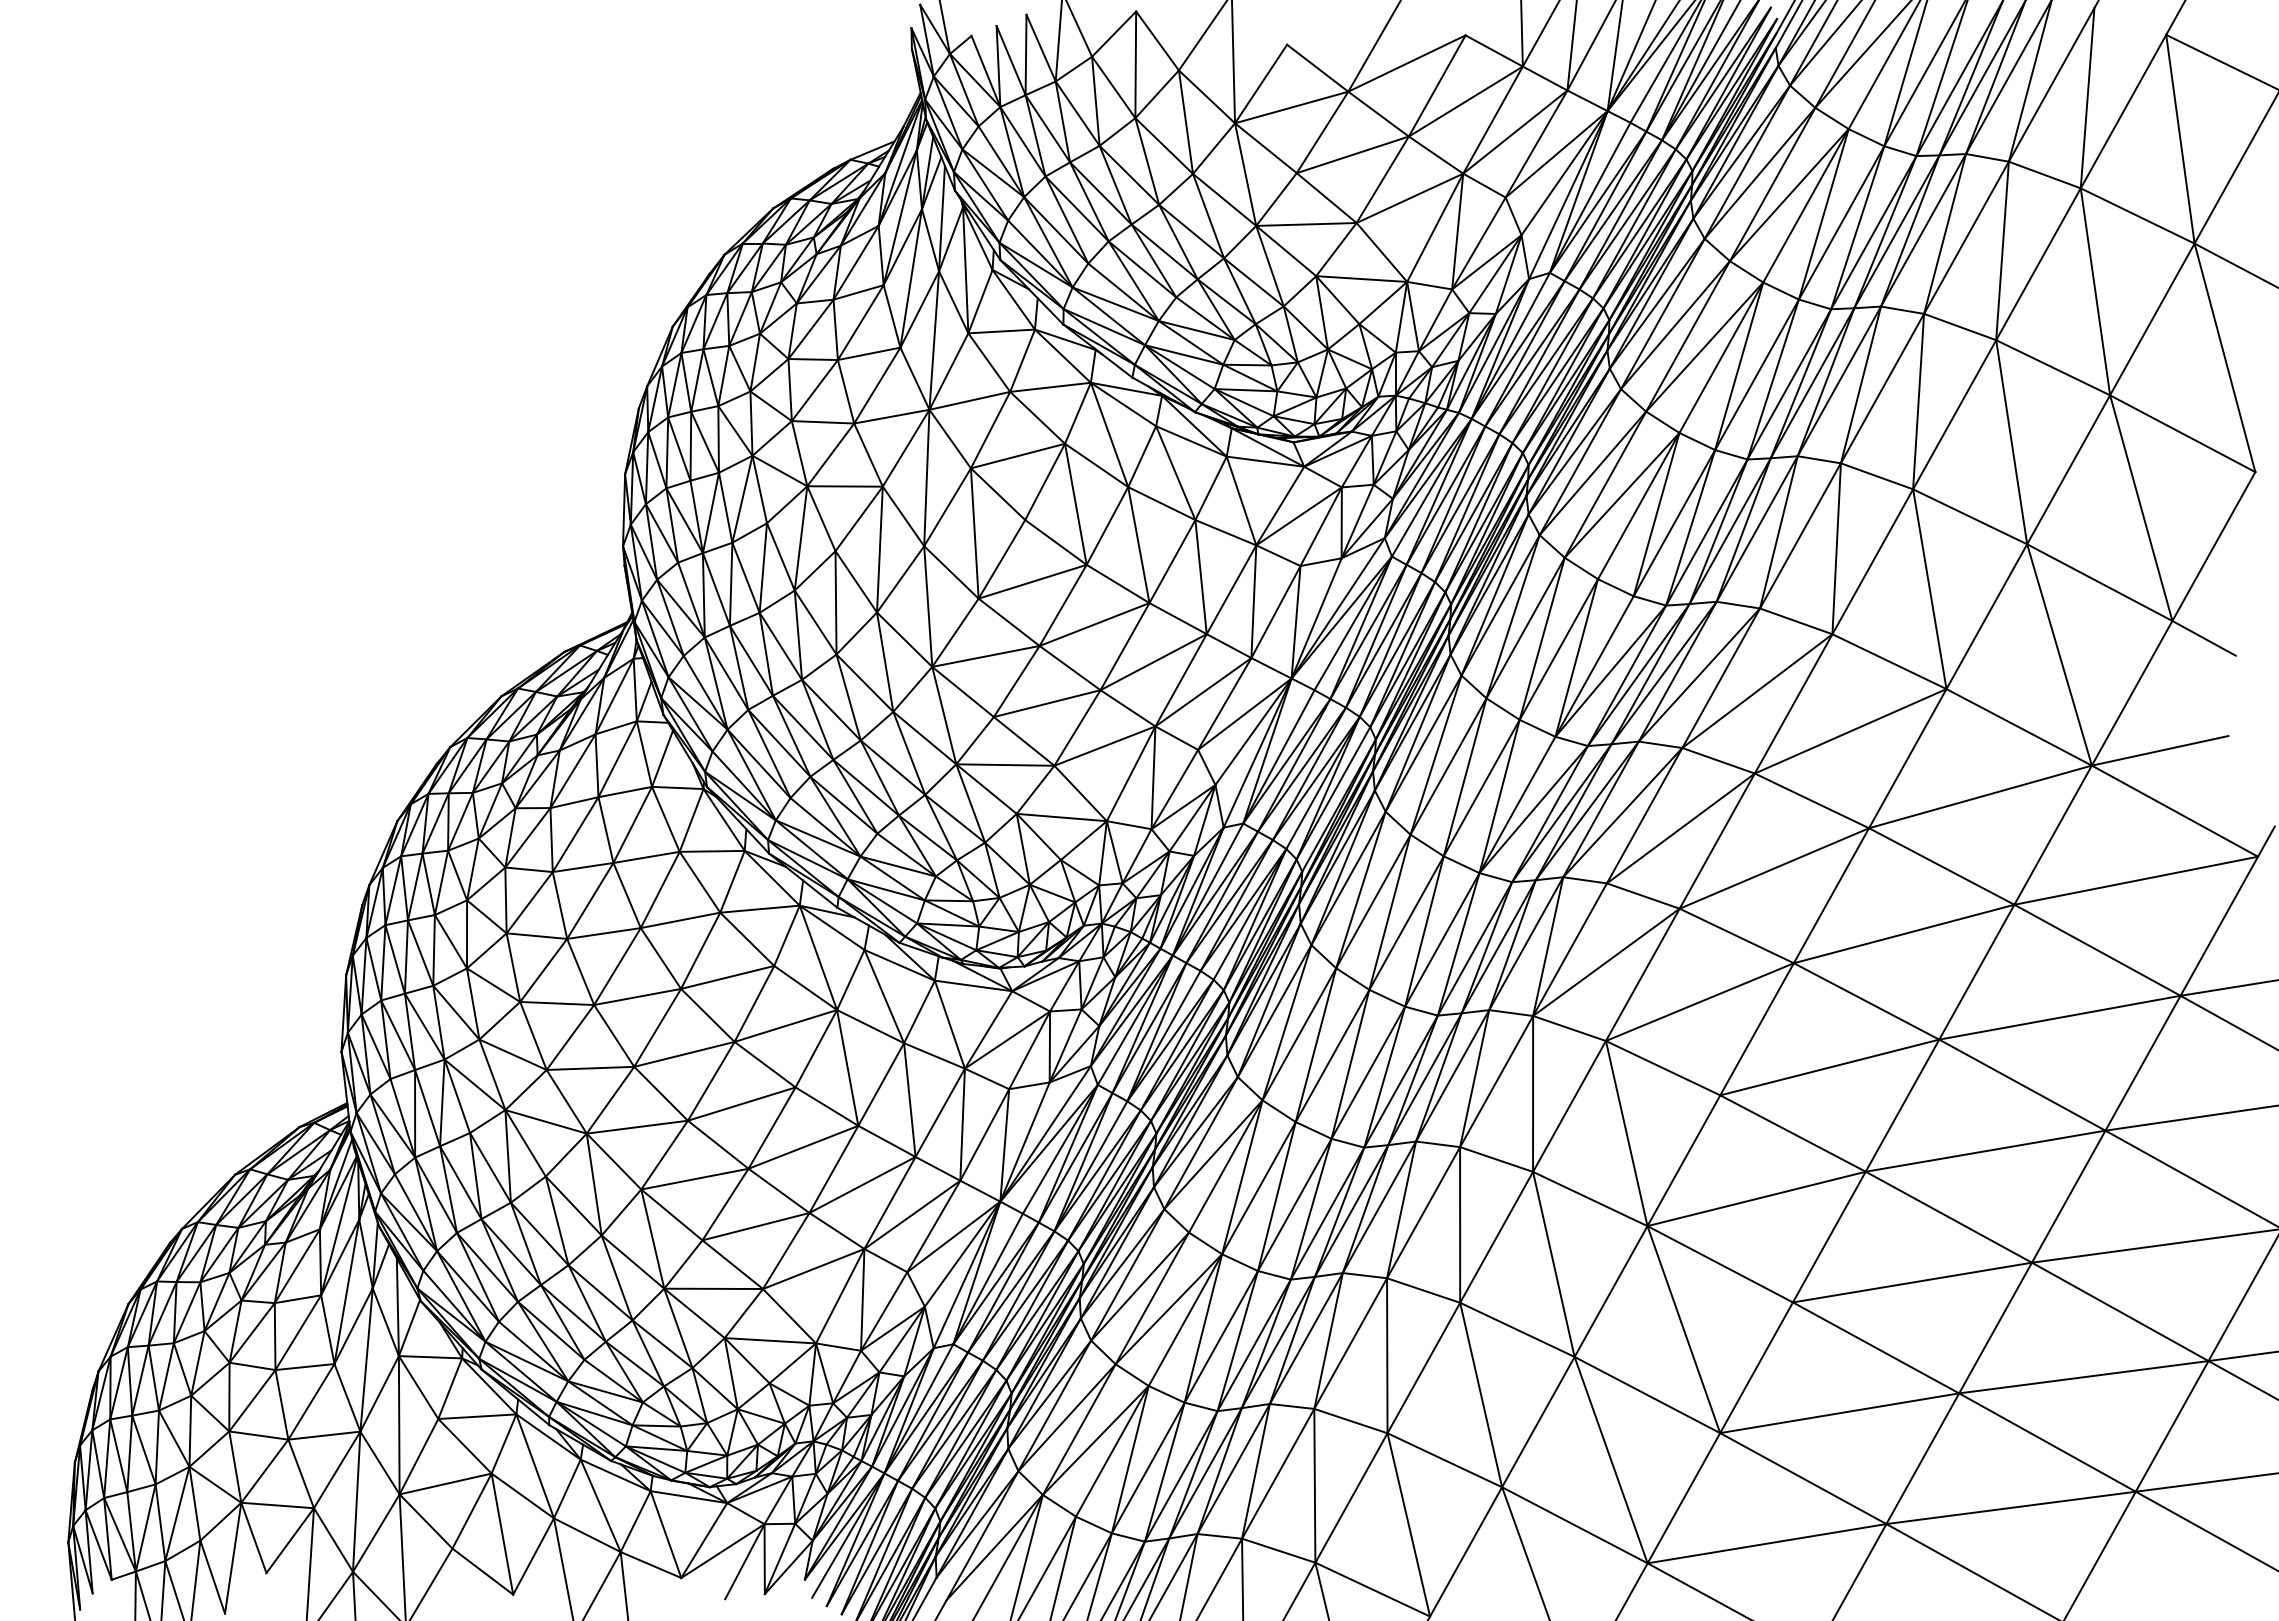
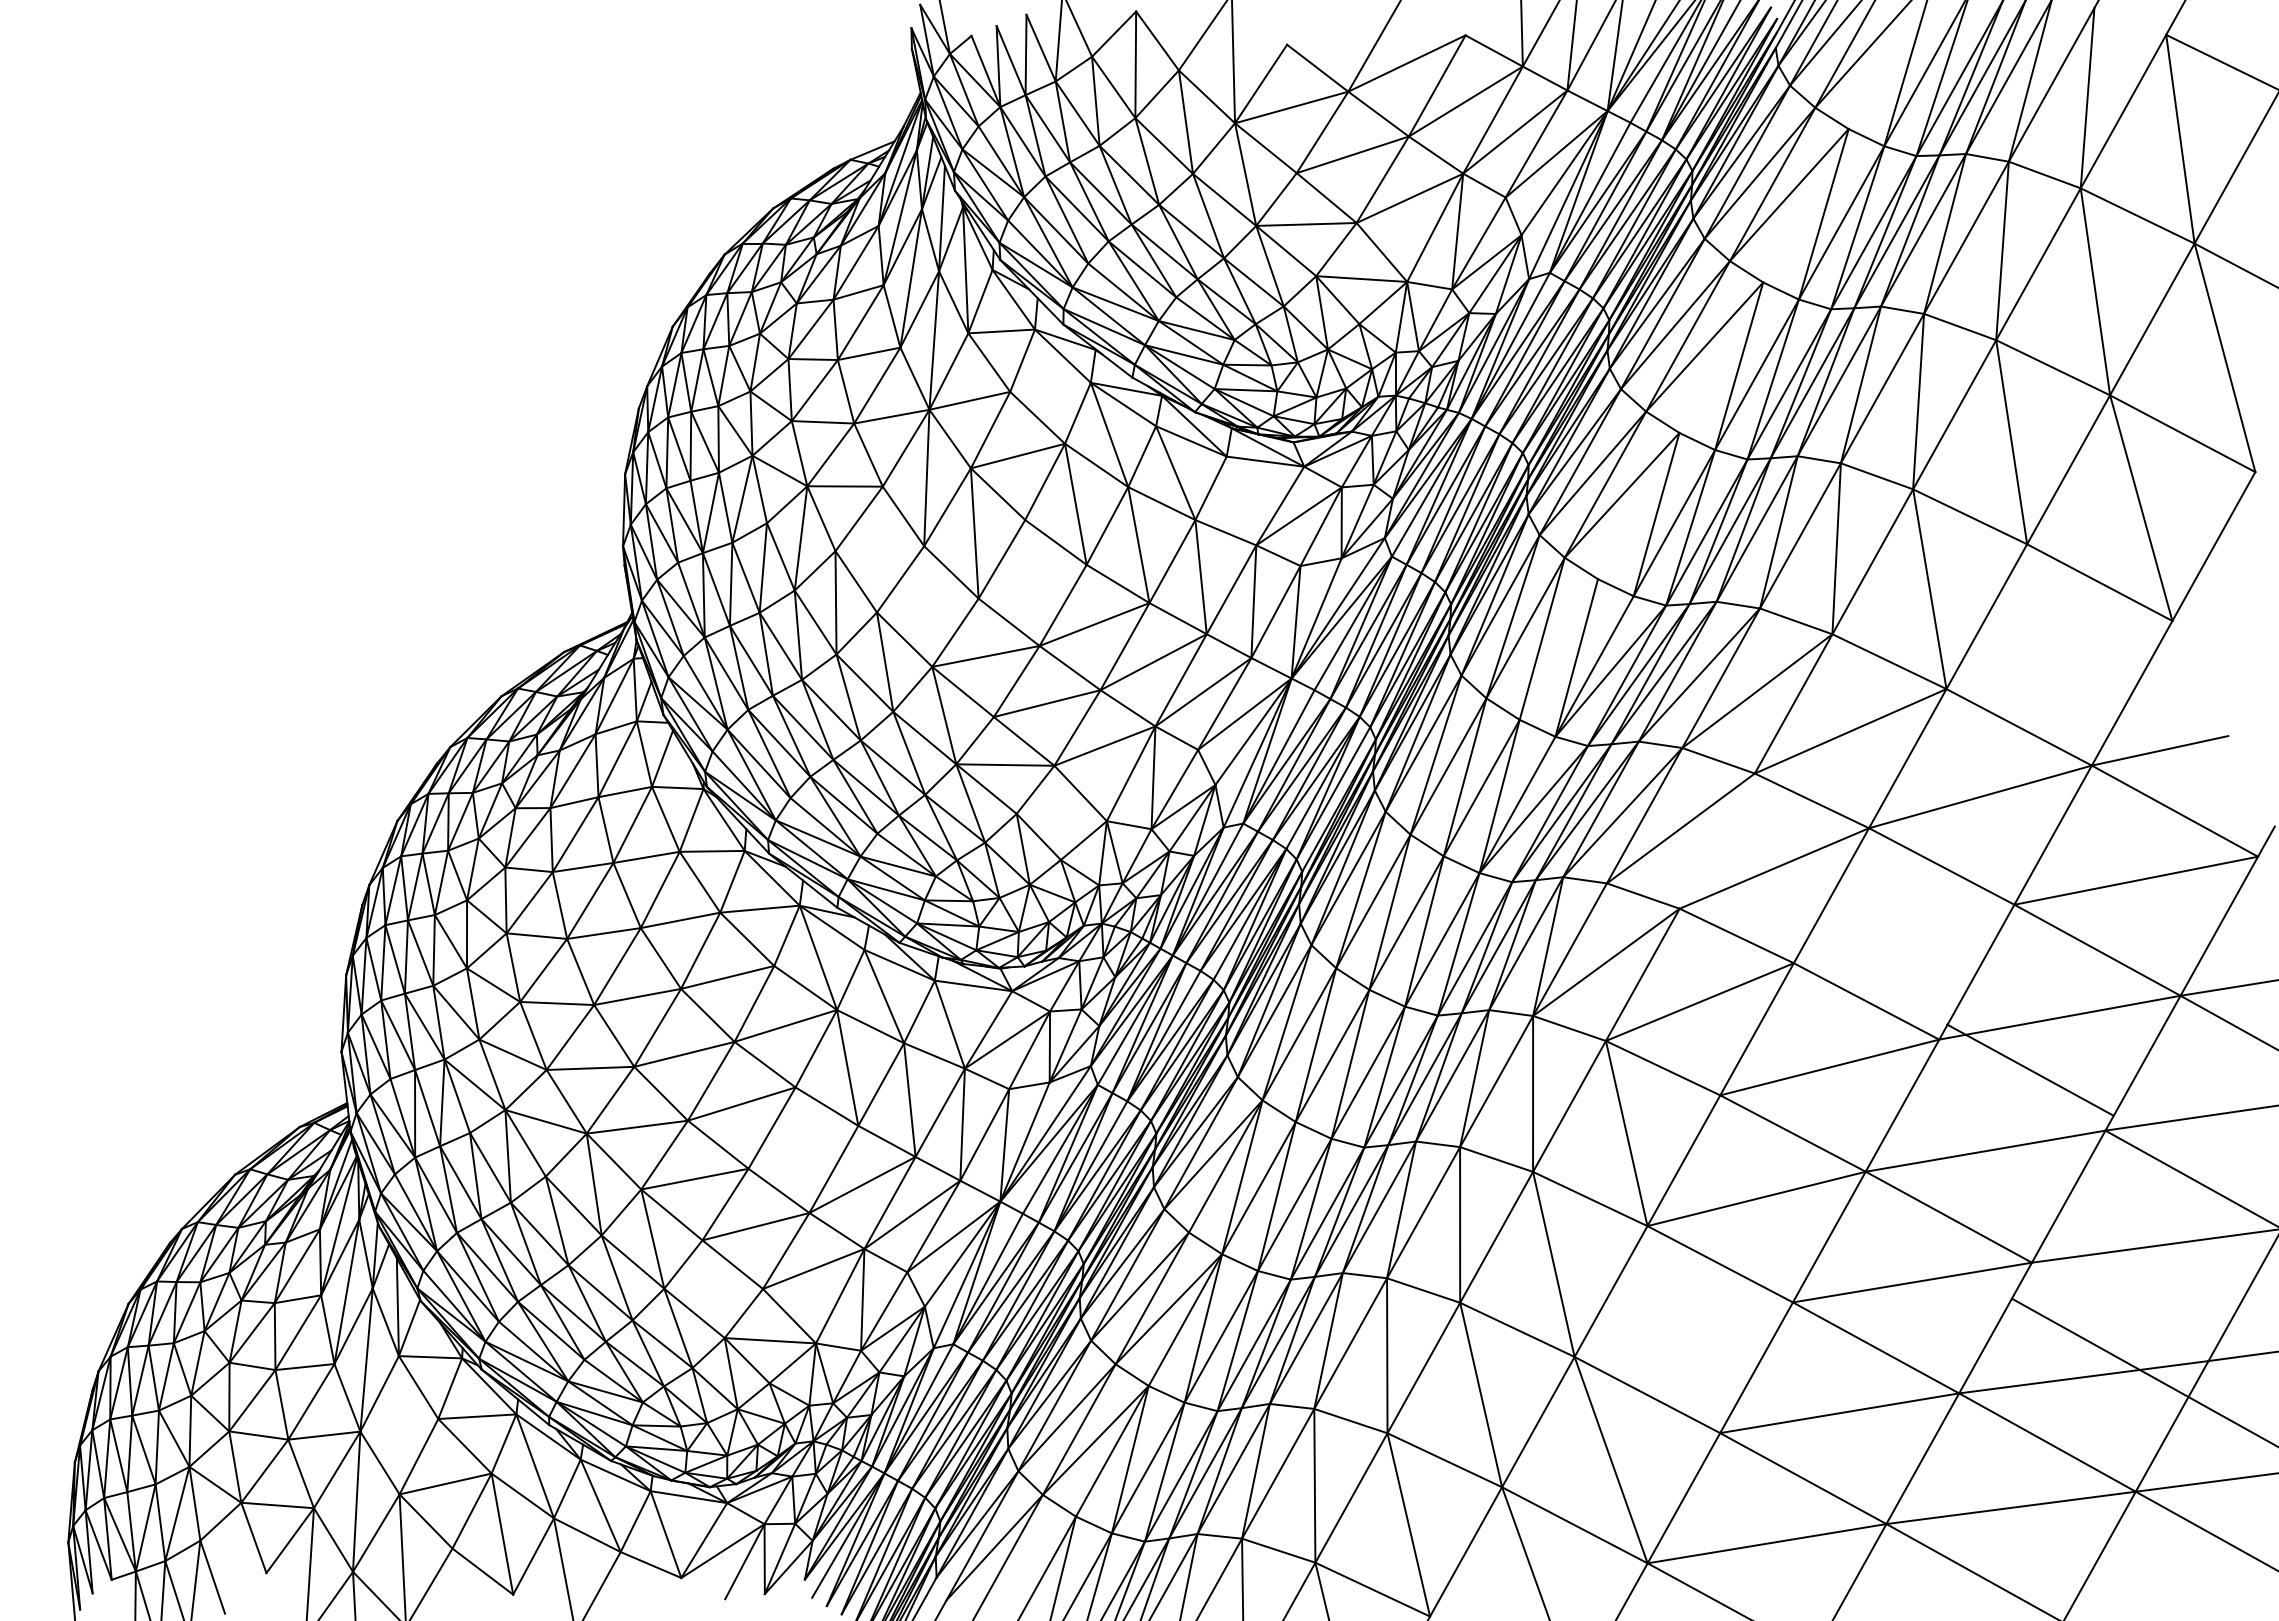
line at (1719, 360): present -> none
line at (1050, 386): present -> none
line at (1241, 500): present -> none
line at (879, 549): present -> none
line at (1032, 581): present -> none
line at (928, 606): present -> none
line at (2203, 638): present -> none
line at (2059, 654): present -> none
line at (1061, 817): present -> none
line at (1716, 840): present -> none
line at (1903, 933): present -> none
line at (2022, 1084) position: (2022, 1084) -> (2030, 1069)
line at (803, 1146): present -> none
line at (713, 1288): present -> none
line at (1683, 1329): present -> none
line at (2153, 1330) position: (2153, 1330) -> (2143, 1371)
line at (398, 1425): present -> none
line at (1026, 1555): present -> none
line at (233, 1557): present -> none
line at (623, 1584): present -> none
